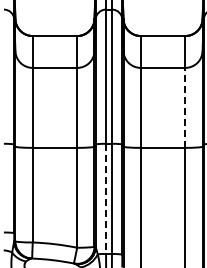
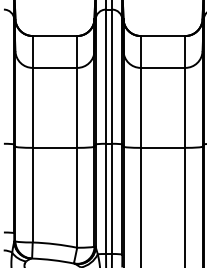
line at (185, 107): dashed -> solid
line at (106, 199): dashed -> solid
